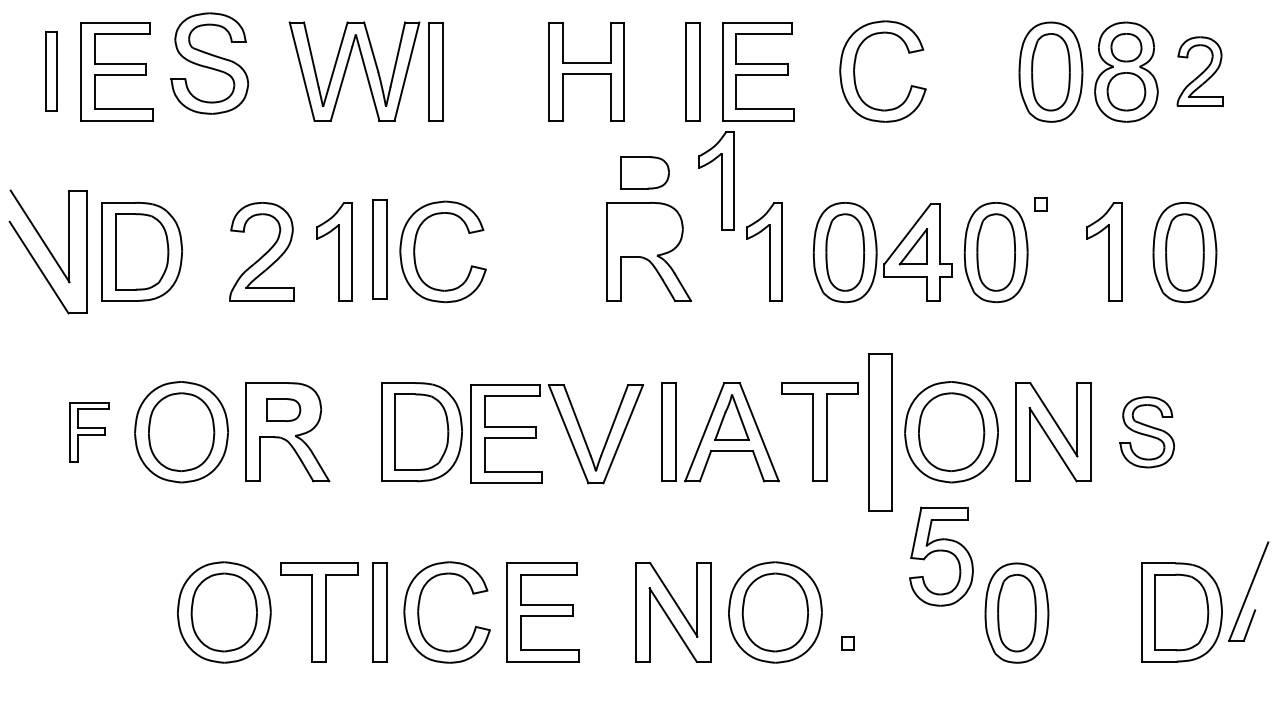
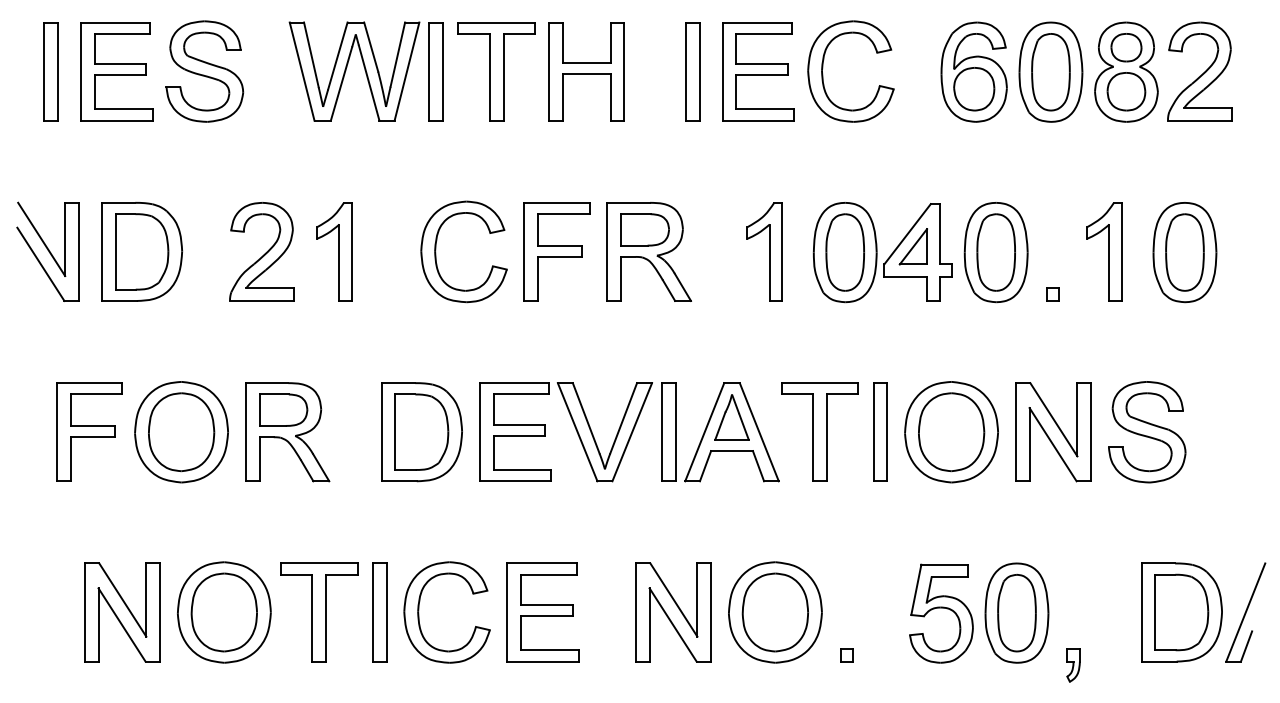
part at (209, 63) position: (209, 63) -> (204, 71)
part at (855, 68) position: (855, 68) -> (823, 68)
part at (51, 71) size: 13x81 px -> 16x100 px
part at (496, 71): none -> present
part at (973, 71): none -> present
part at (1199, 71) size: 48x71 px -> 66x101 px
part at (644, 172) position: (644, 172) -> (644, 229)
part at (716, 180): present -> none
part at (1040, 204) position: (1040, 204) -> (1052, 294)
part at (379, 249): present -> none
part at (415, 250) position: (415, 250) -> (436, 250)
part at (47, 251) size: 80x126 px -> 64x101 px
part at (556, 251): none -> present
part at (283, 409) size: 36x24 px -> 50x34 px
part at (565, 429) position: (565, 429) -> (574, 427)
part at (89, 432) size: 41x61 px -> 67x100 px
part at (880, 432) size: 25x159 px -> 15x100 px
part at (1146, 432) size: 56x73 px -> 79x103 px
part at (941, 556) position: (941, 556) -> (941, 613)
part at (1248, 591) position: (1248, 591) -> (1245, 612)
part at (122, 612): none -> present
part at (847, 643) position: (847, 643) -> (846, 655)
part at (1073, 665): none -> present
